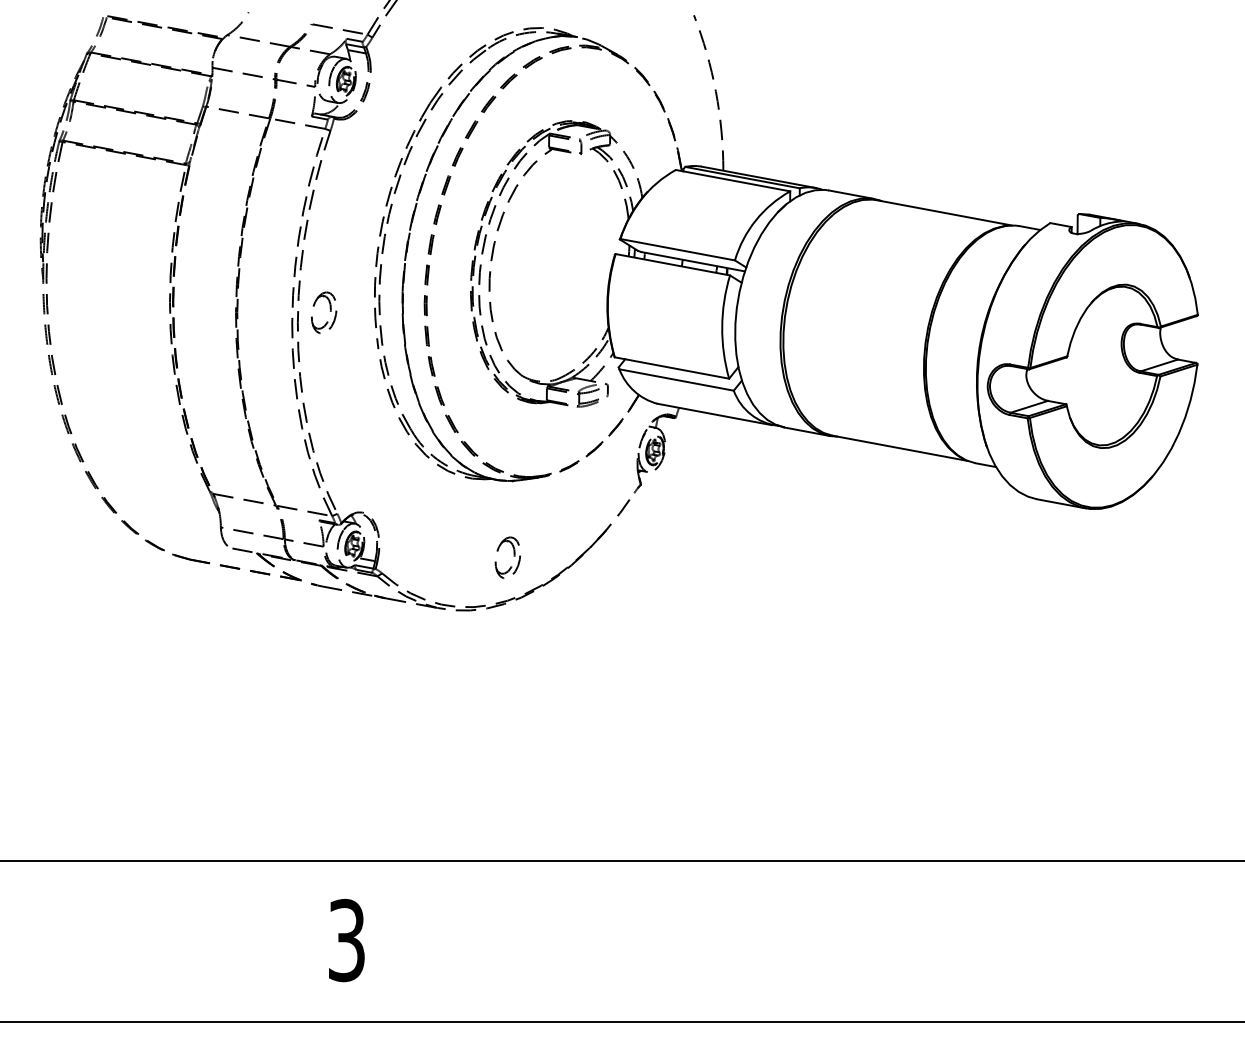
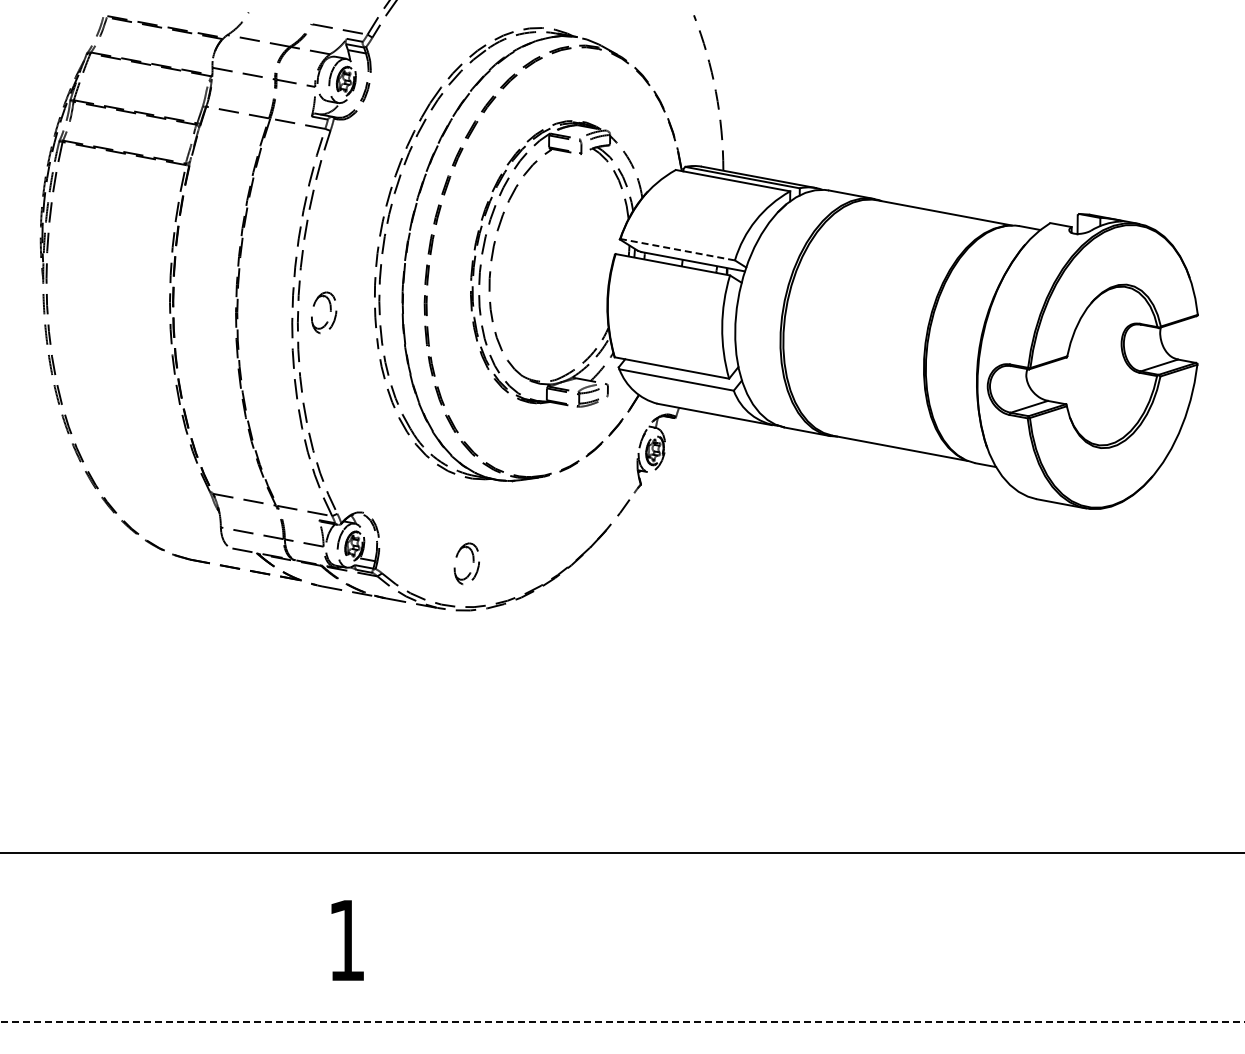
line at (677, 249): solid -> dashed
part at (513, 556) position: (513, 556) -> (472, 562)
line at (621, 861) position: (621, 861) -> (621, 853)
text at (346, 940): 3 -> 1
line at (623, 1022): solid -> dashed
